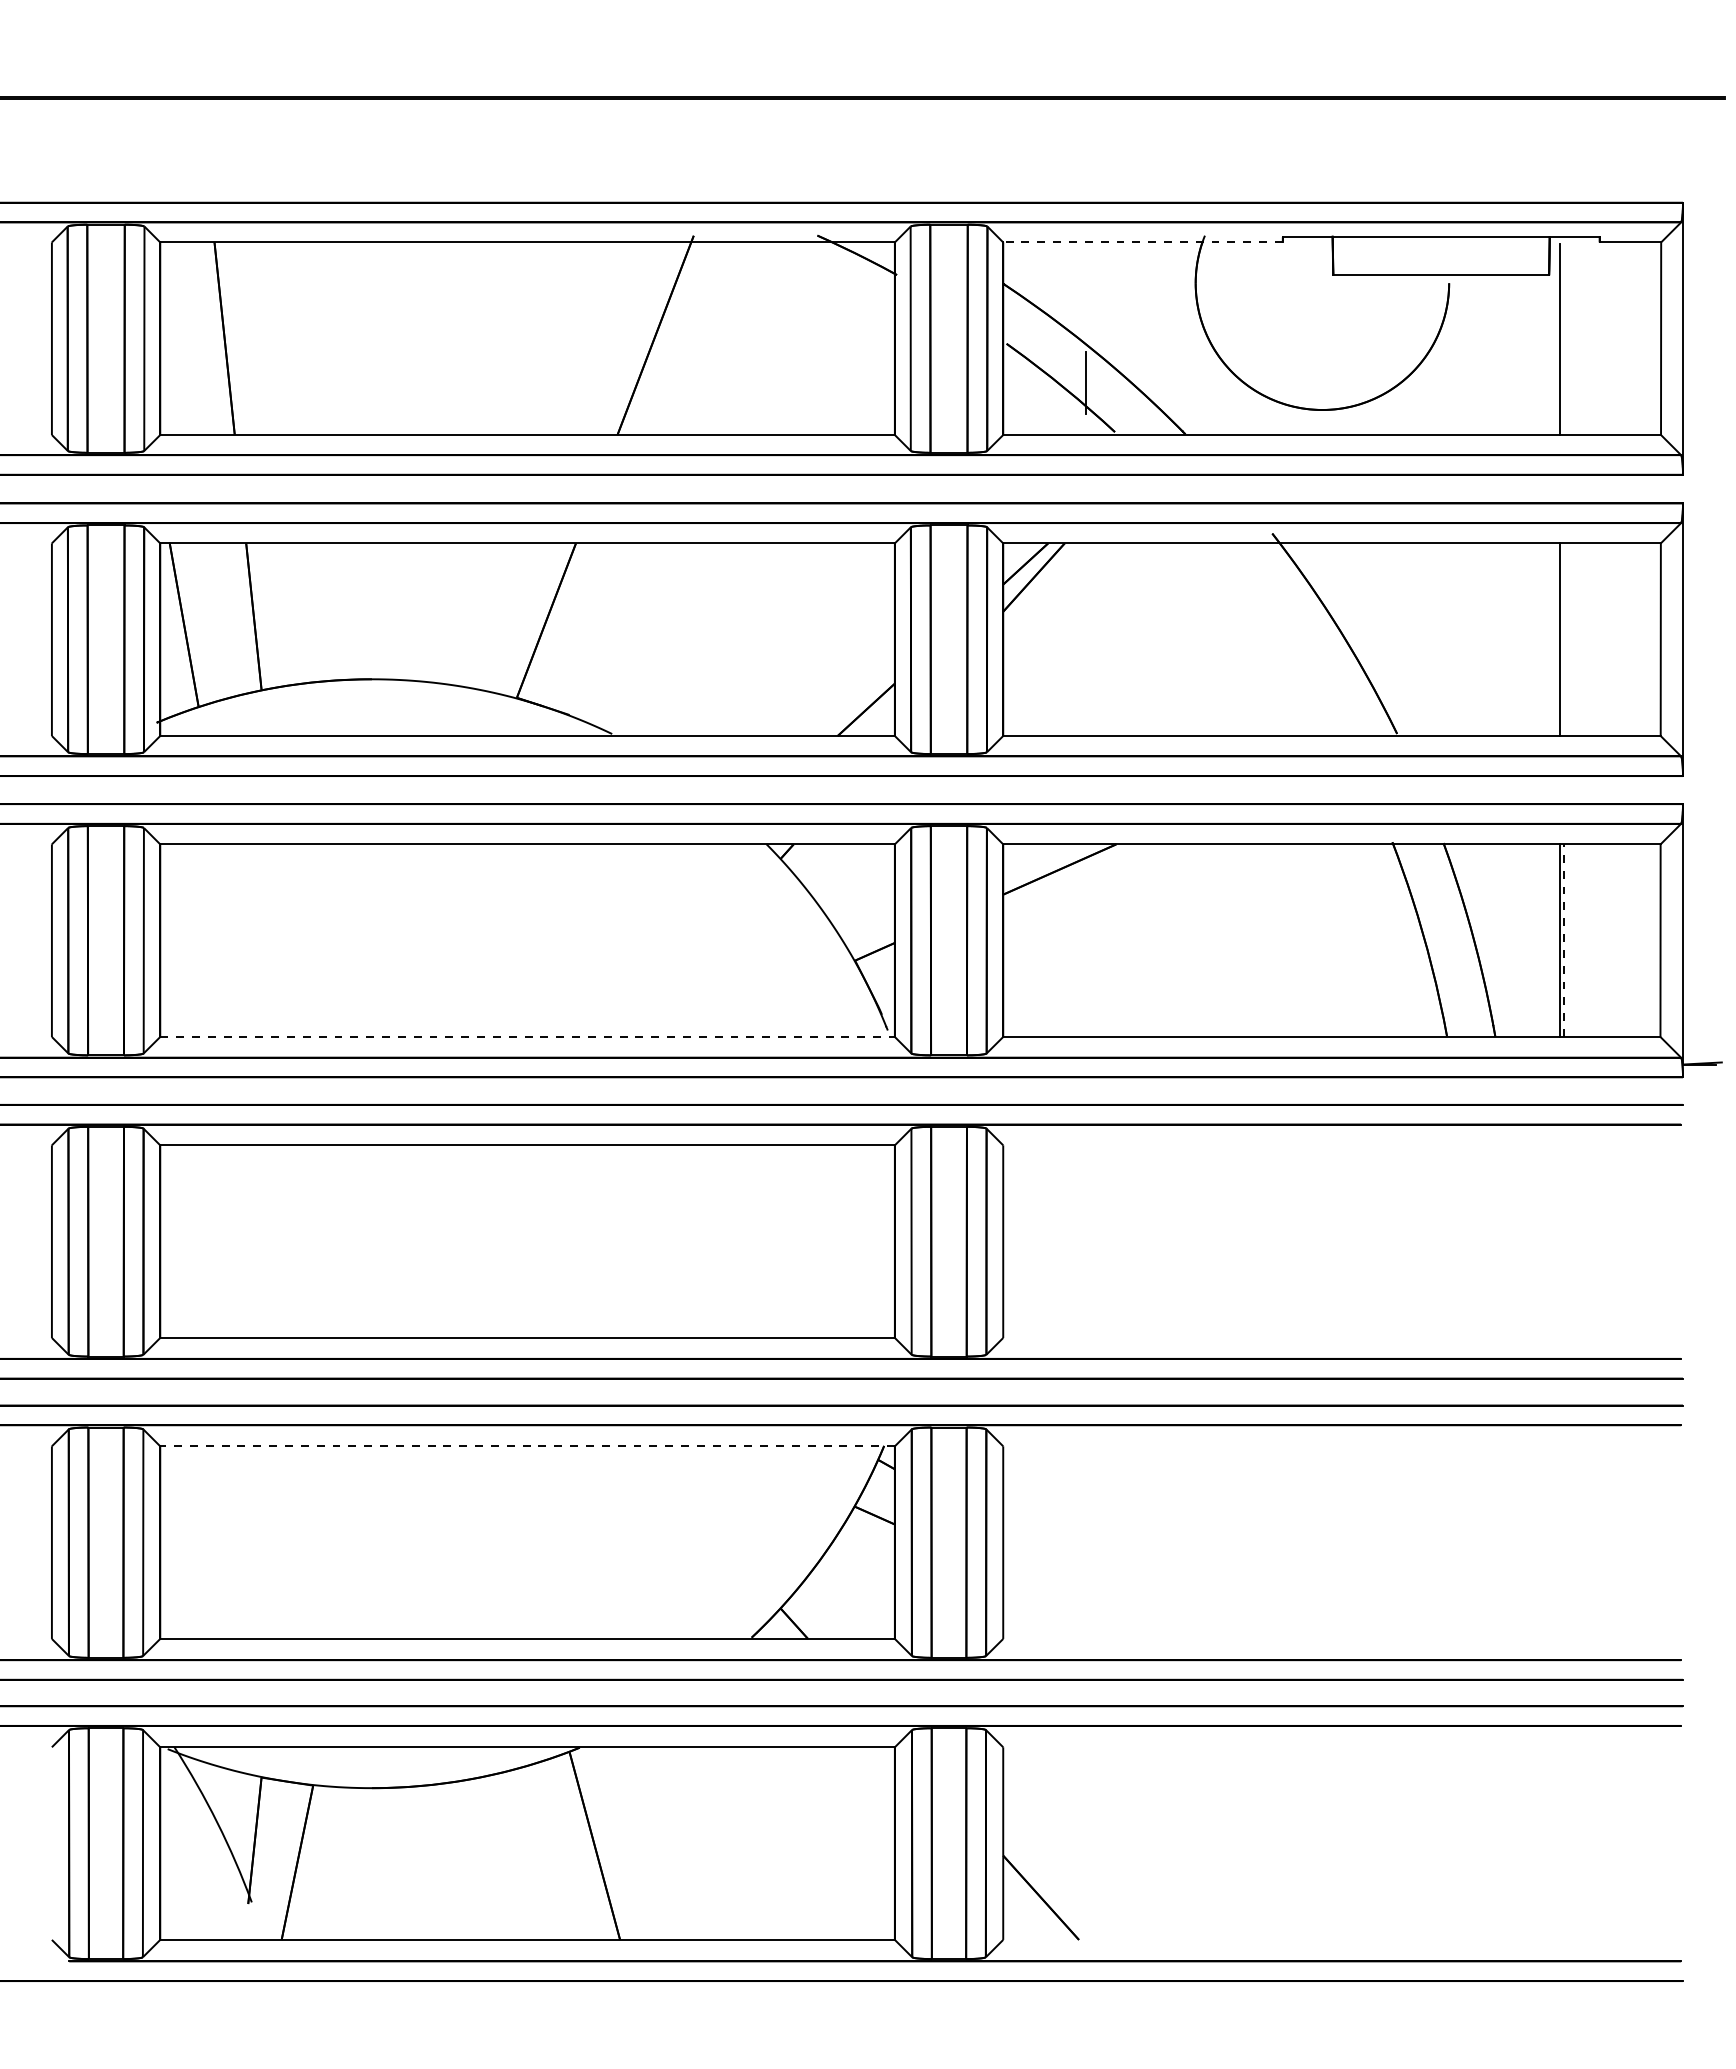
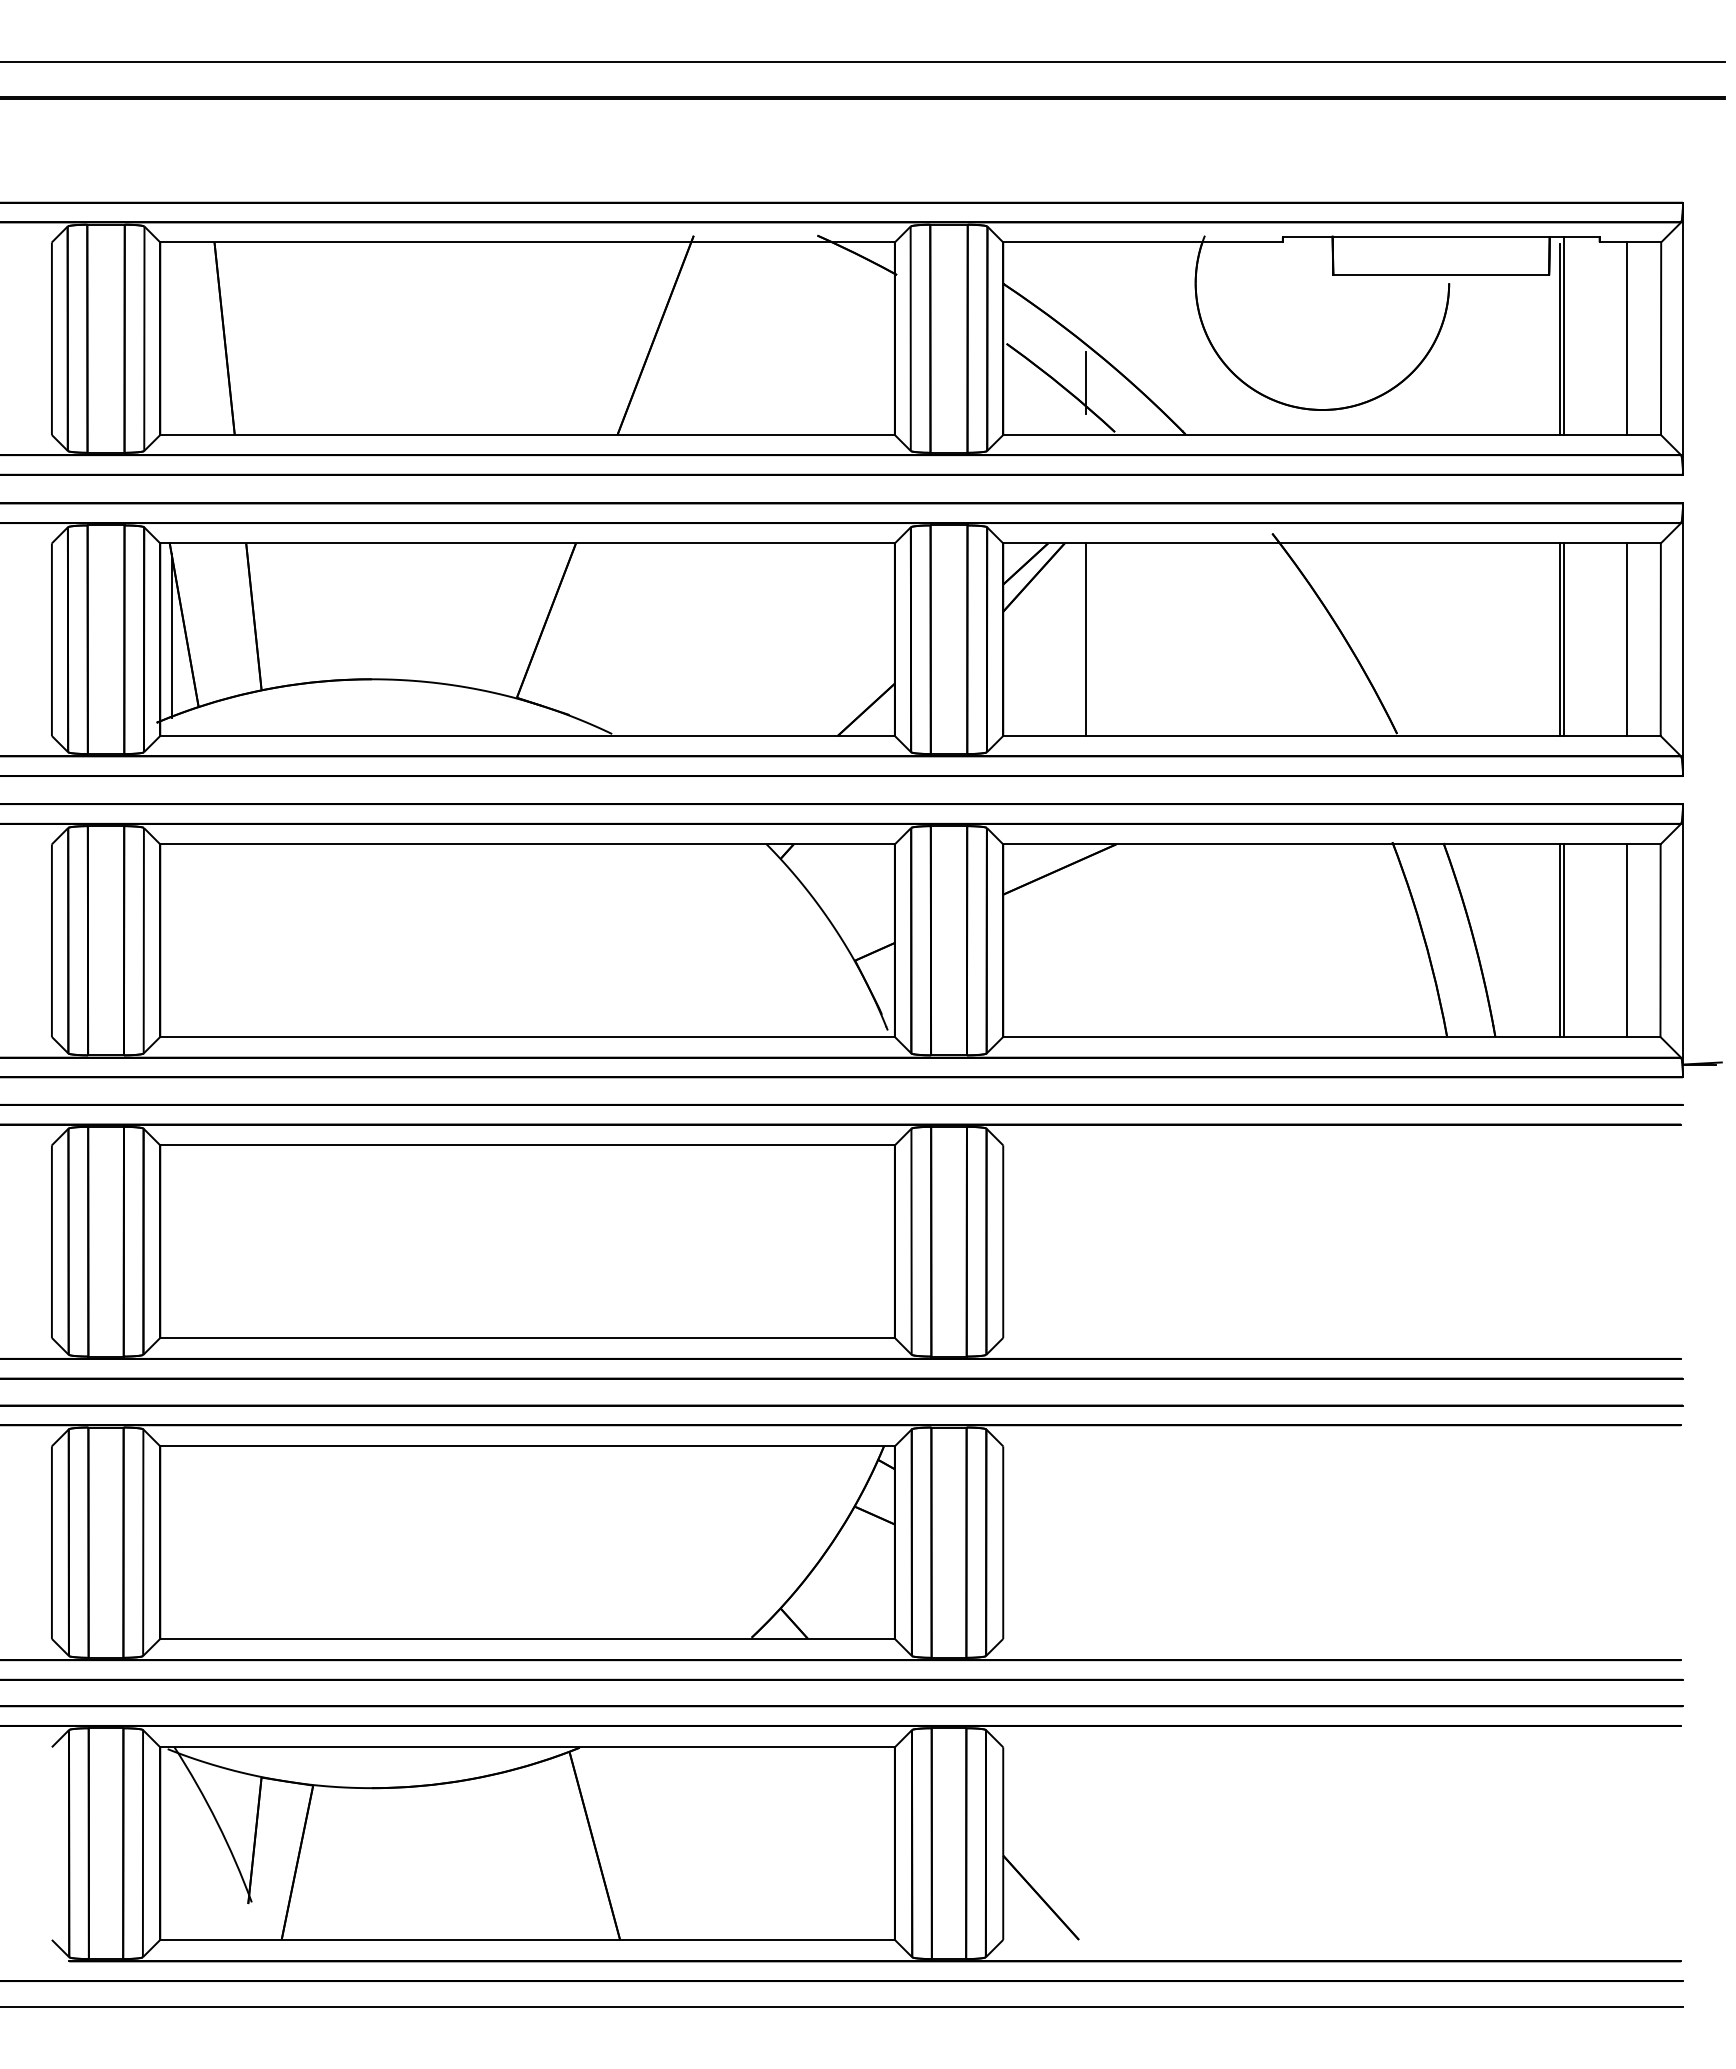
line at (863, 62): none -> present
line at (1143, 242): dashed -> solid
line at (1564, 336): none -> present
line at (1627, 338): none -> present
line at (171, 635): none -> present
line at (1086, 639): none -> present
line at (1564, 639): none -> present
line at (1627, 639): none -> present
line at (1564, 940): dashed -> solid
line at (1627, 940): none -> present
line at (528, 1036): dashed -> solid
line at (527, 1446): dashed -> solid
line at (842, 2006): none -> present
